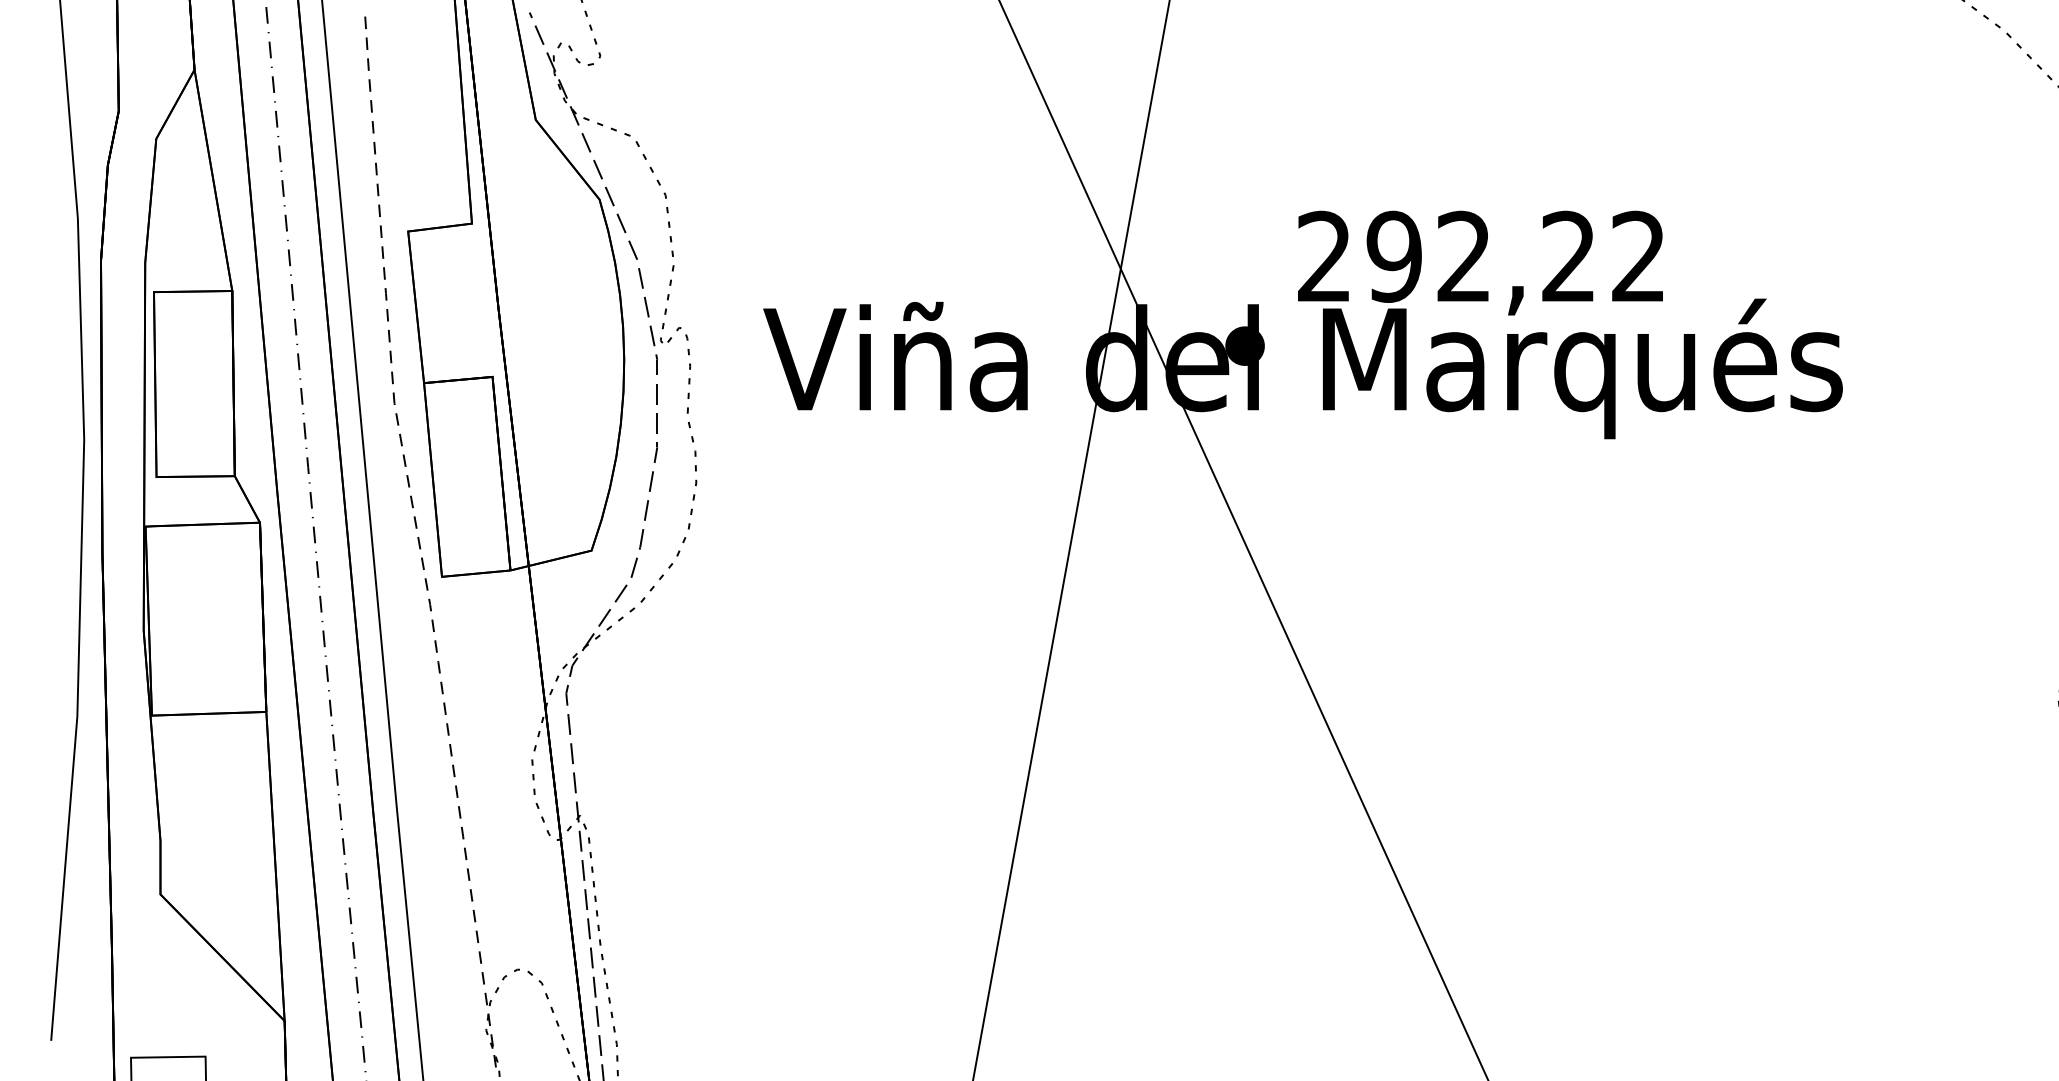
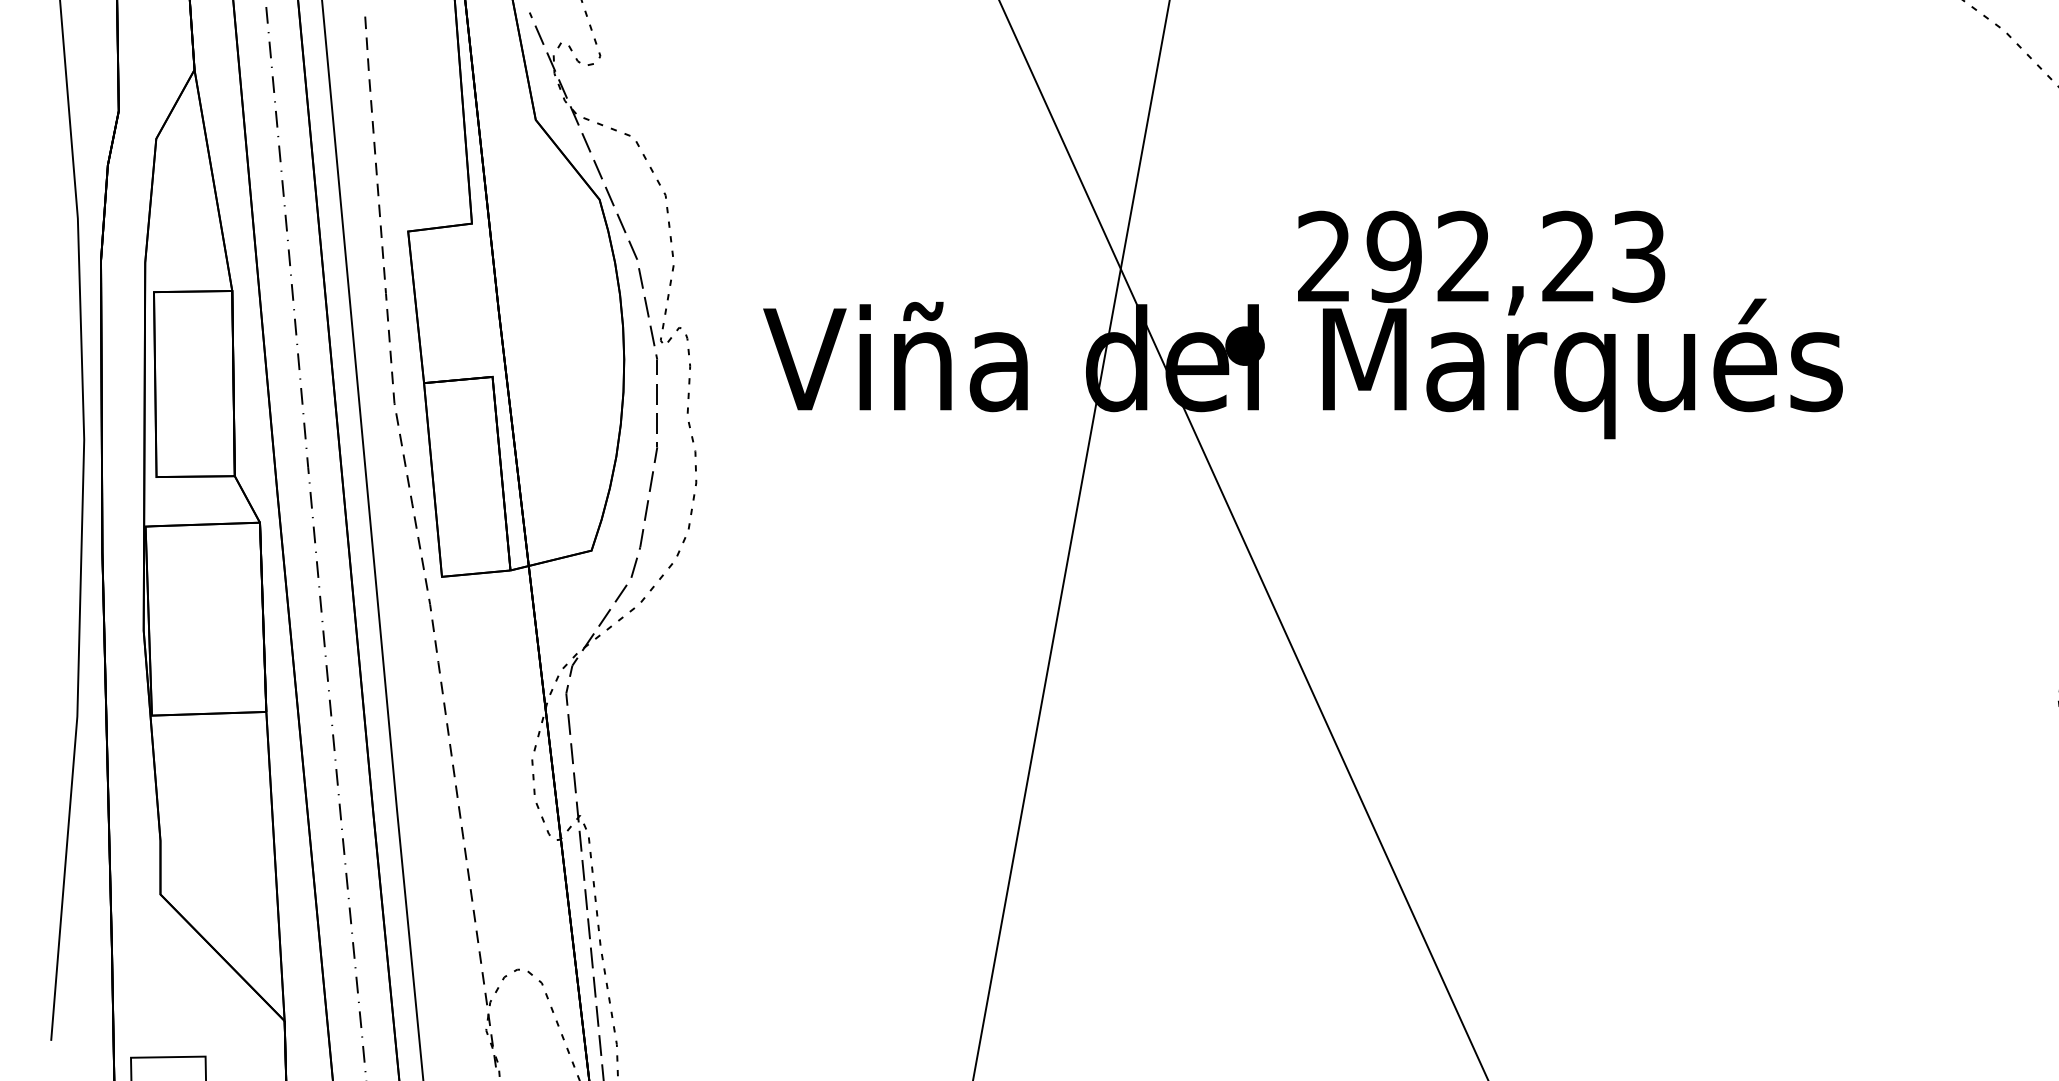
text at (1638, 256): 292,22 -> 292,23
